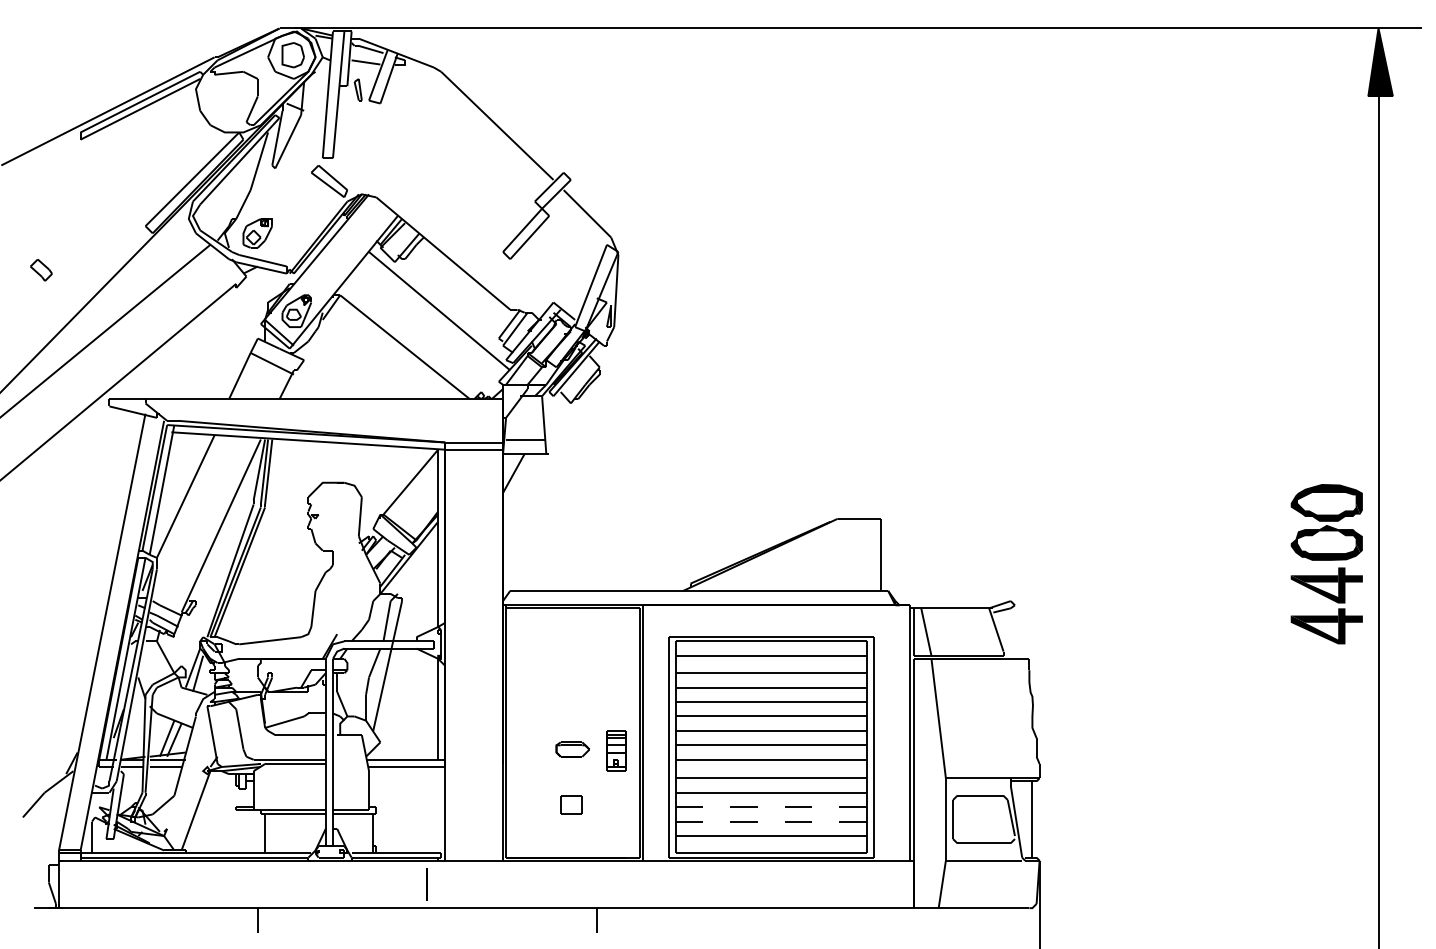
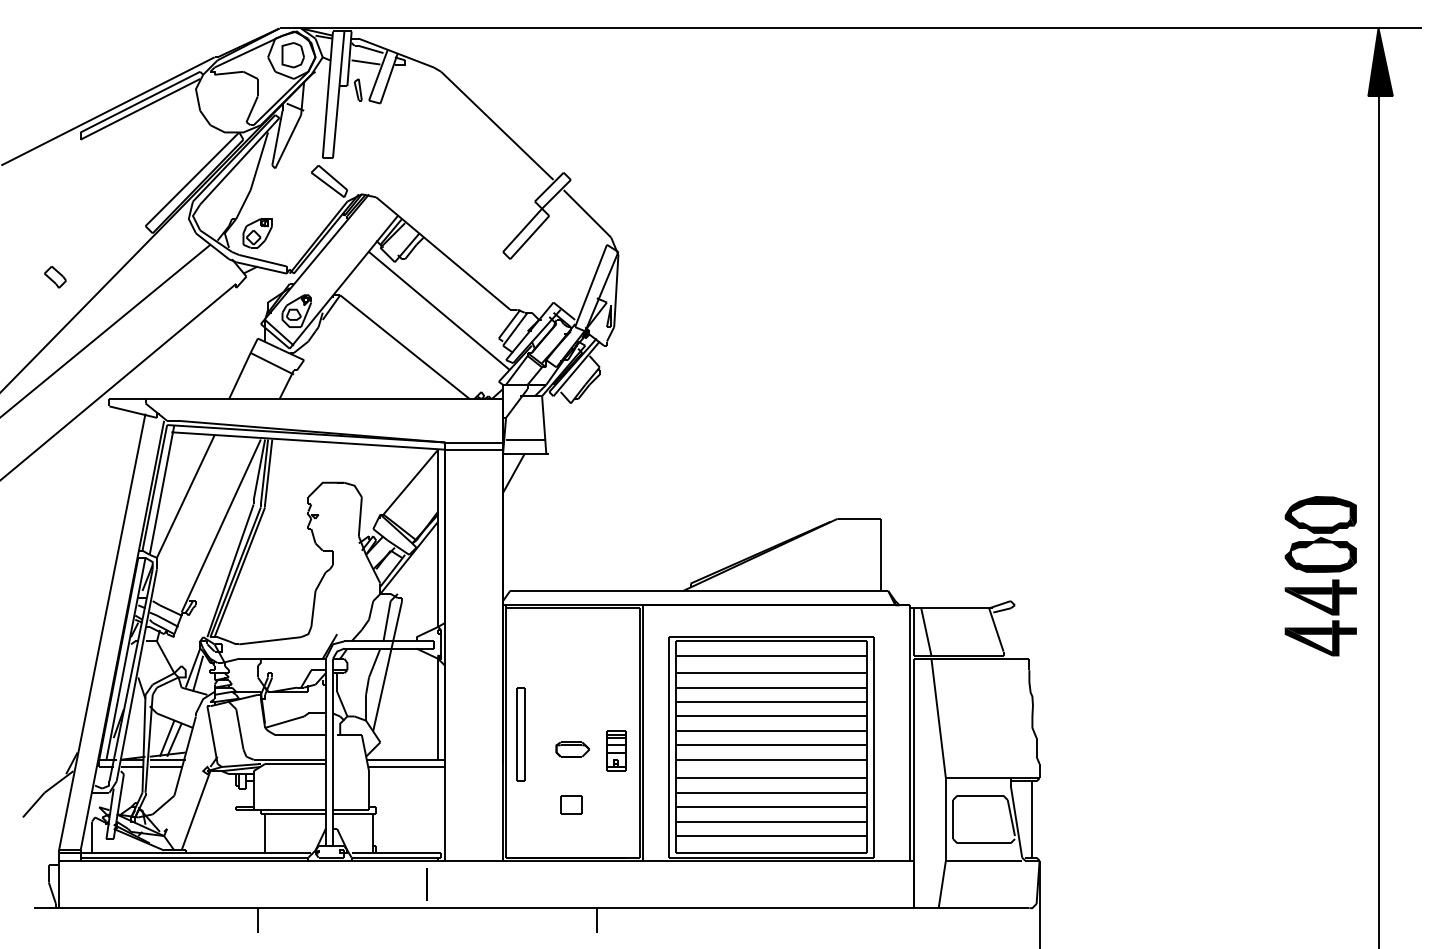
part at (41, 270) position: (41, 270) -> (55, 277)
part at (1326, 564) position: (1326, 564) -> (1320, 576)
part at (520, 734): none -> present
line at (770, 807): dashed -> solid
line at (770, 821): dashed -> solid
